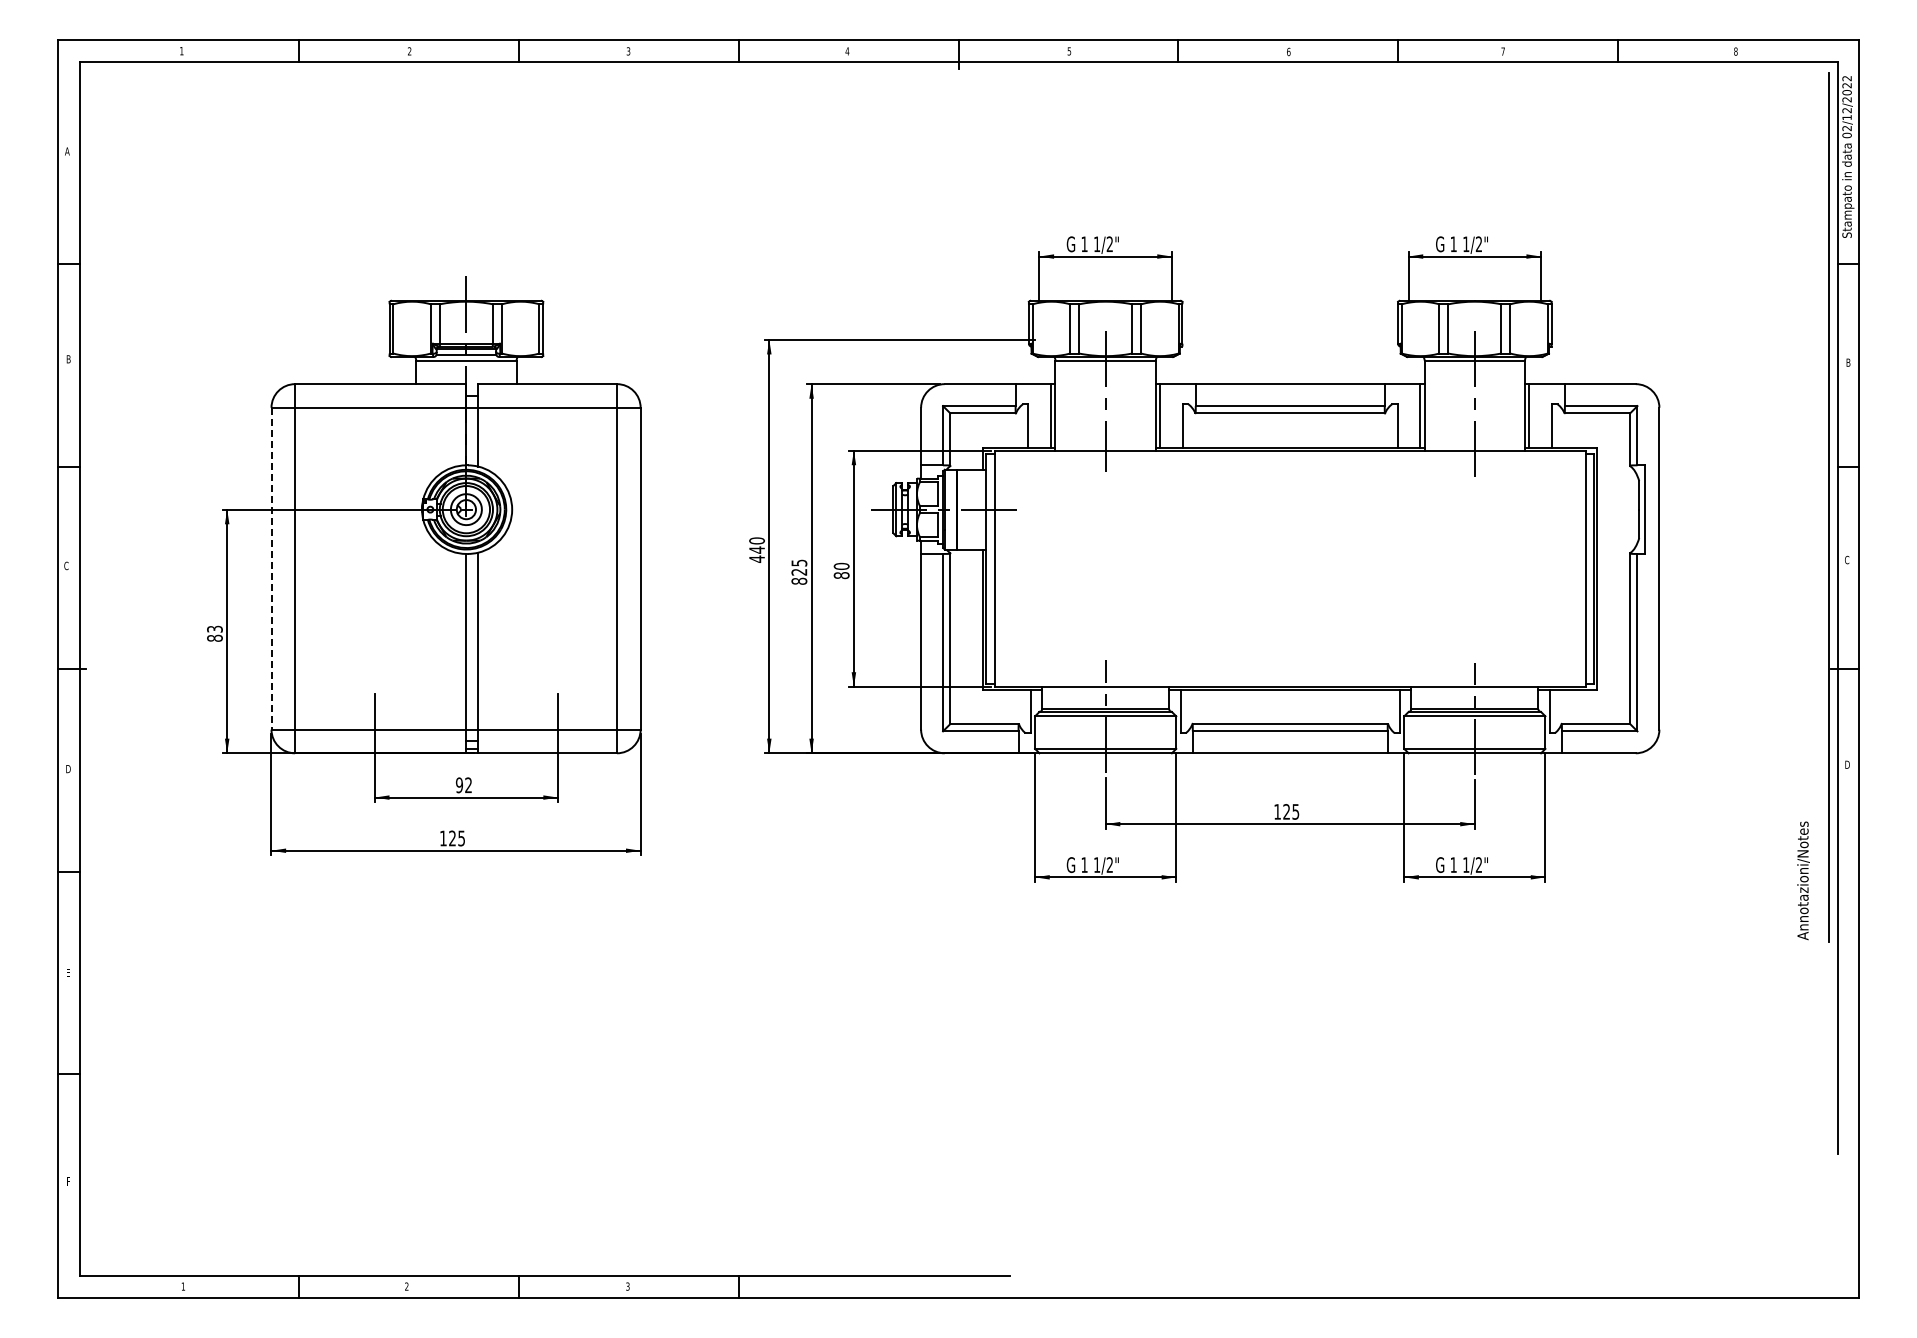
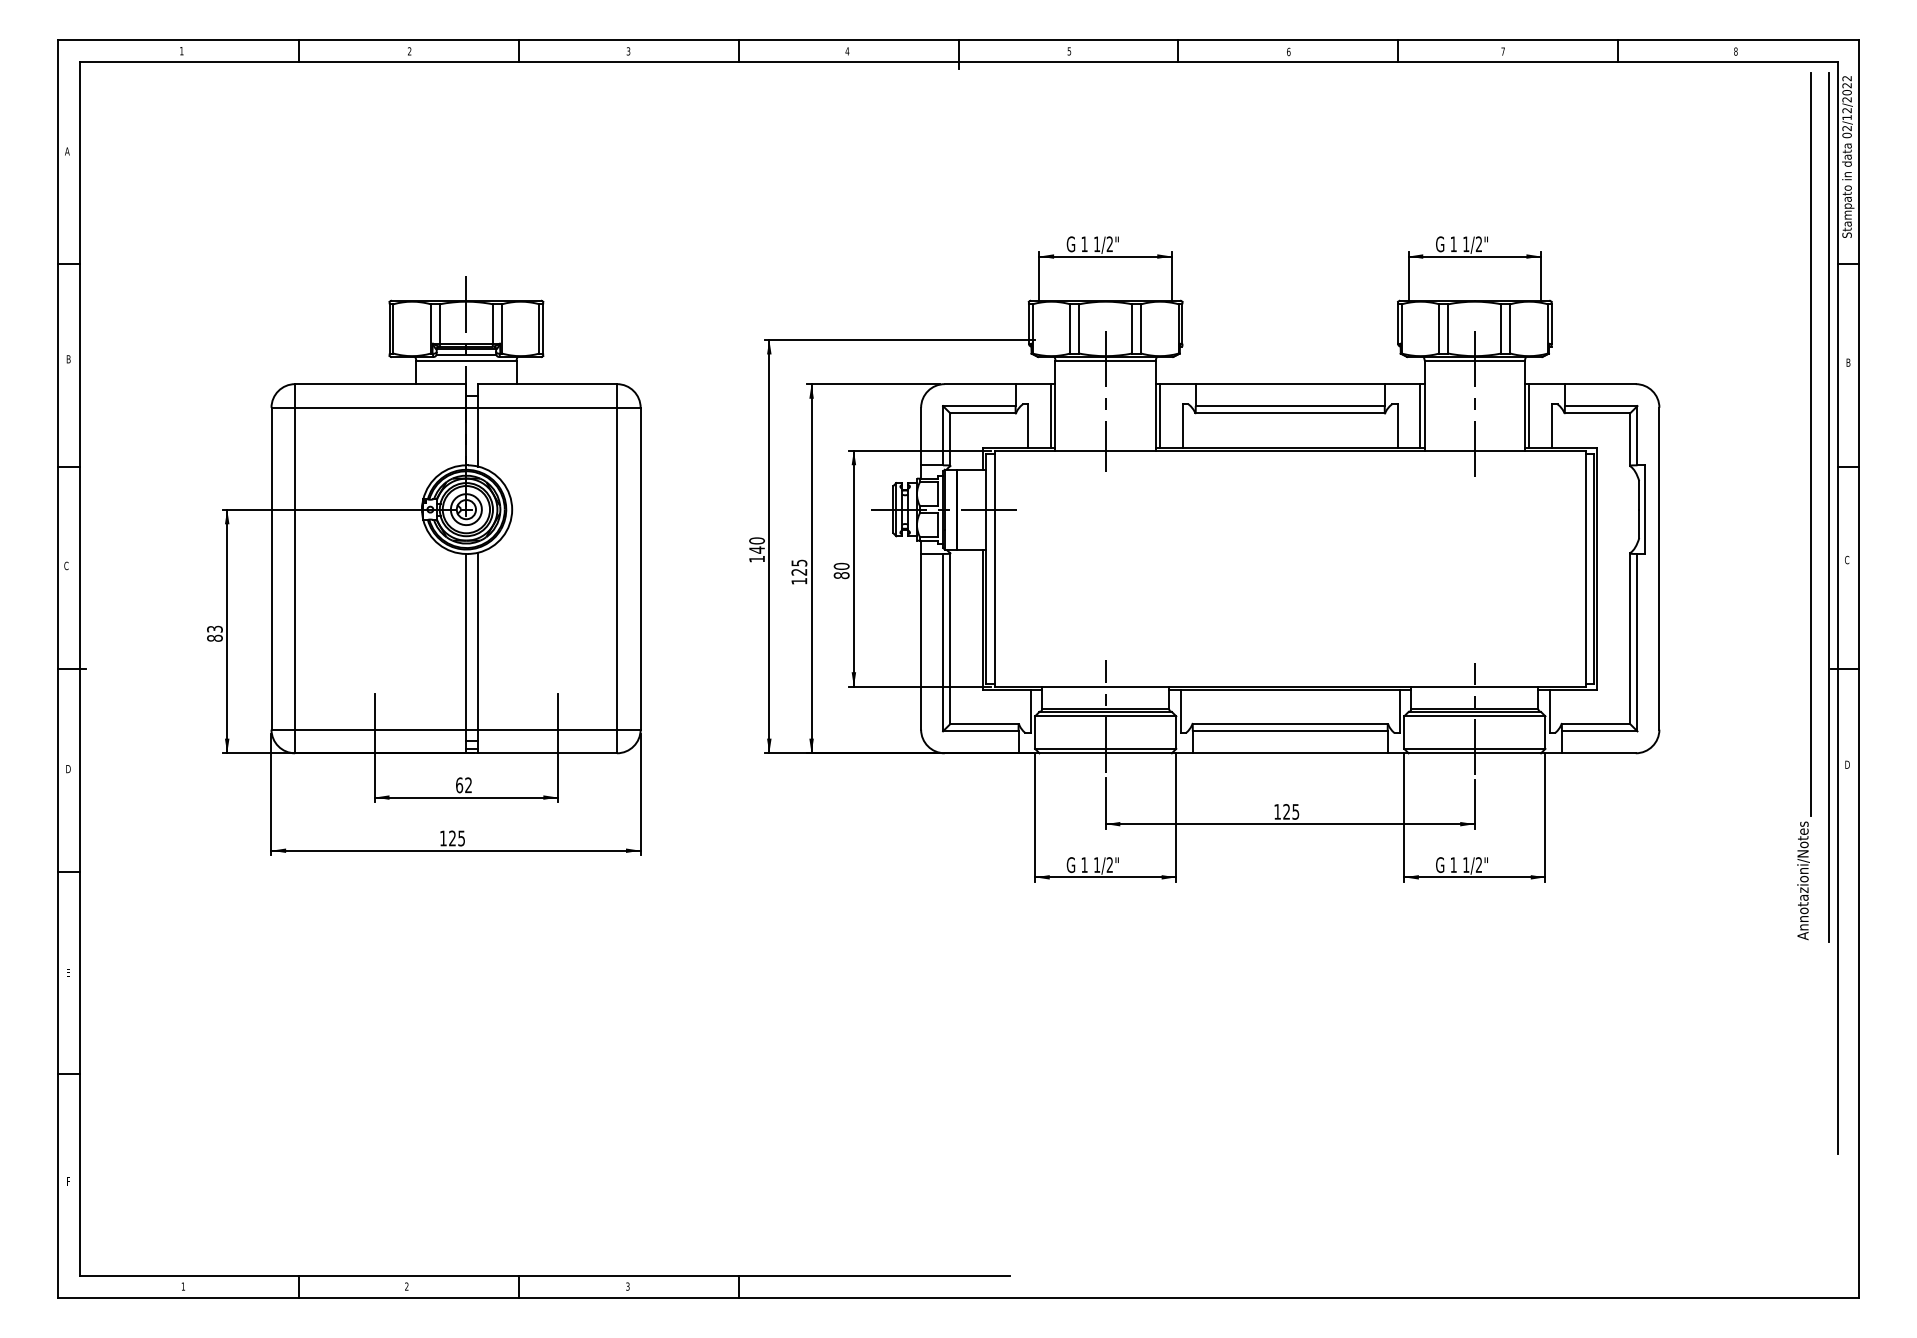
line at (1810, 444): none -> present
text at (756, 558): 440 -> 140
line at (271, 568): dashed -> solid
text at (799, 580): 825 -> 125
text at (459, 785): 92 -> 62
